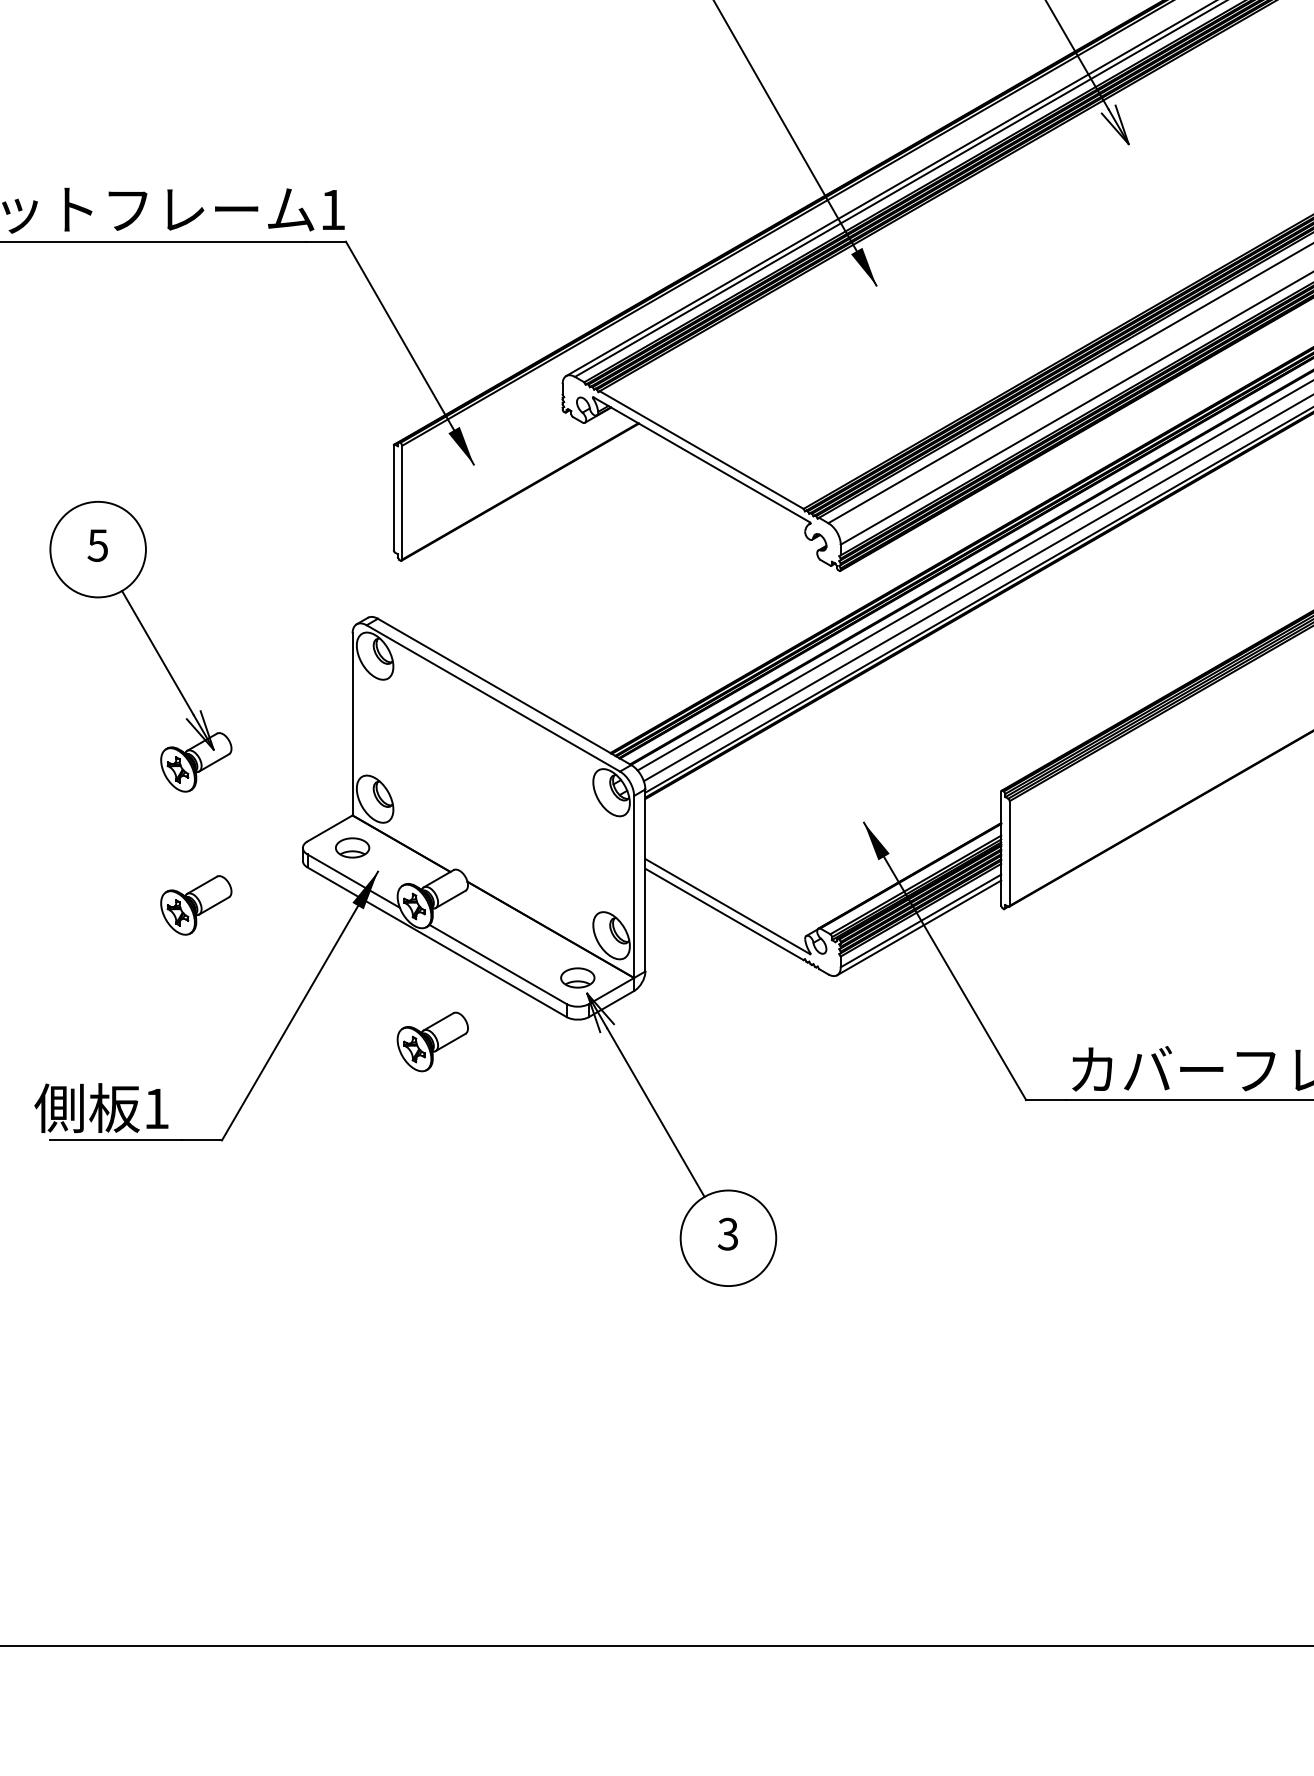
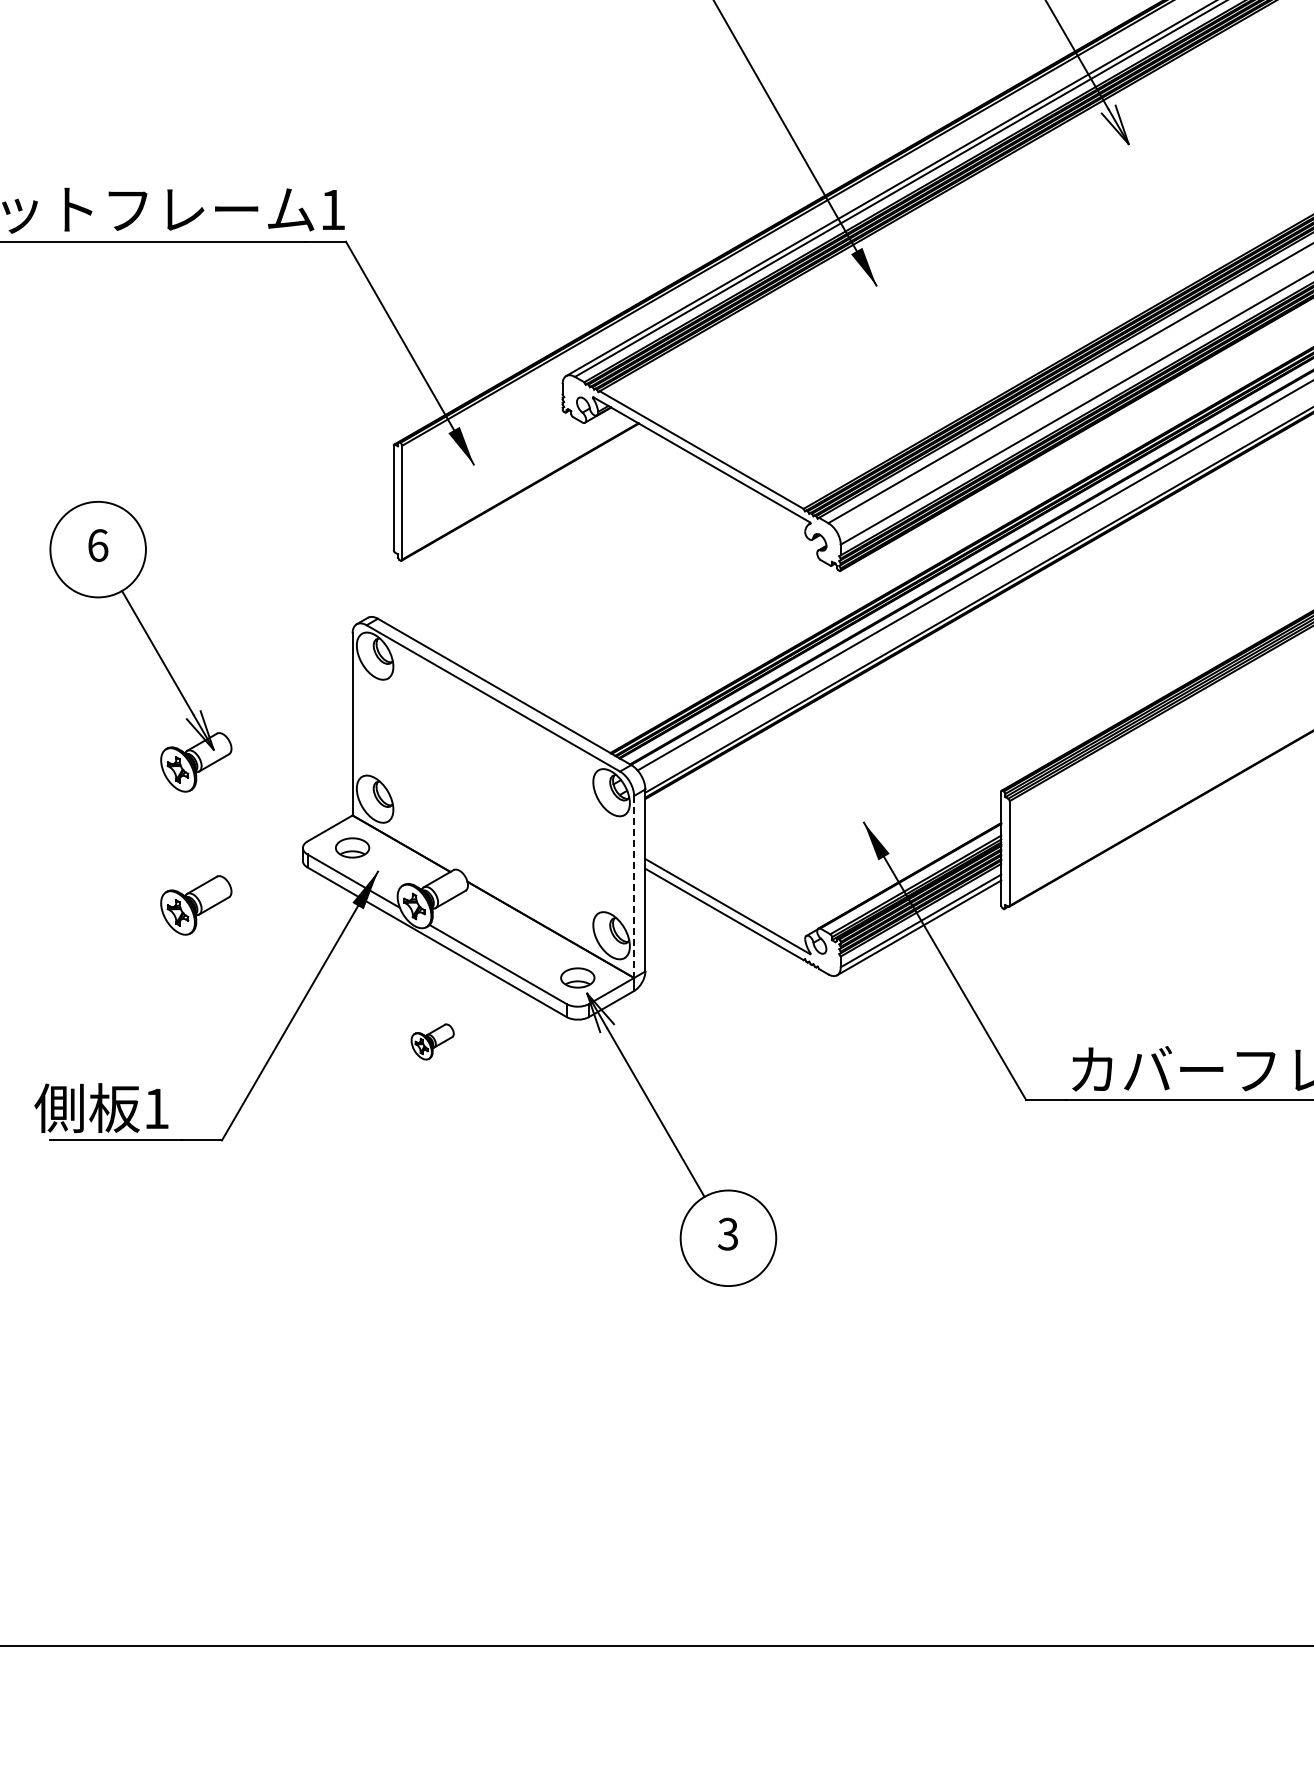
text at (97, 545): 5 -> 6
line at (976, 588): present -> none
line at (634, 887): solid -> dashed
part at (432, 1041) size: 73x62 px -> 45x38 px
